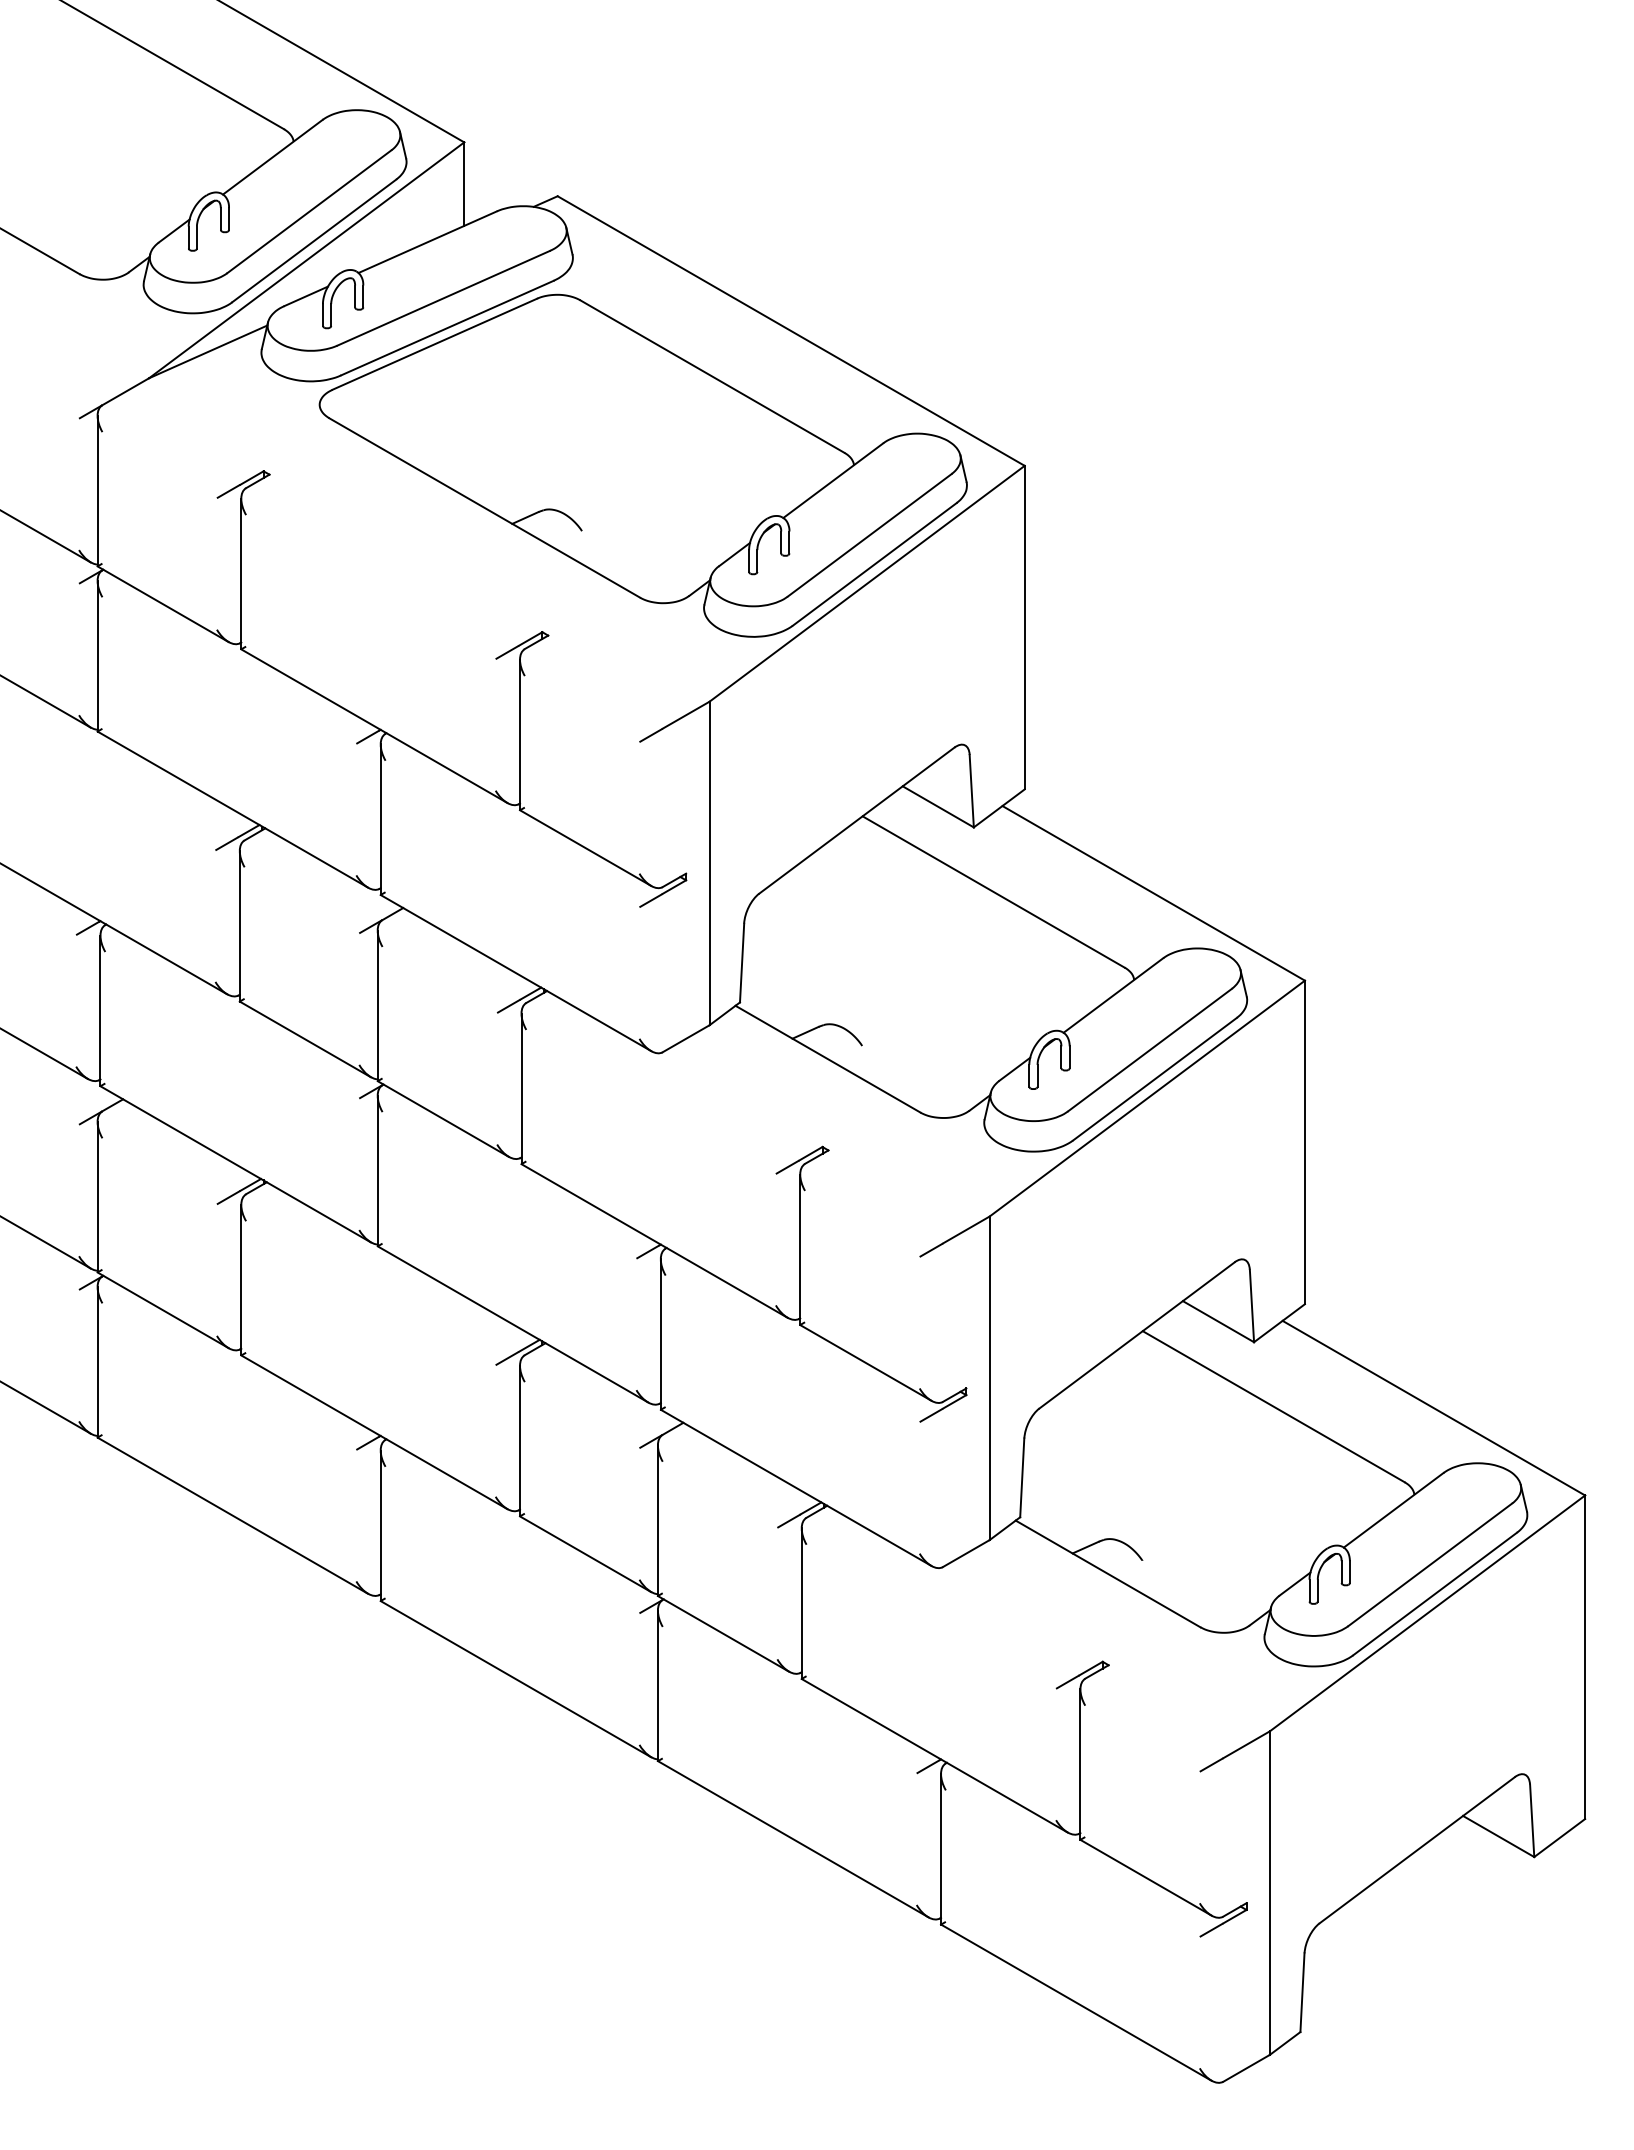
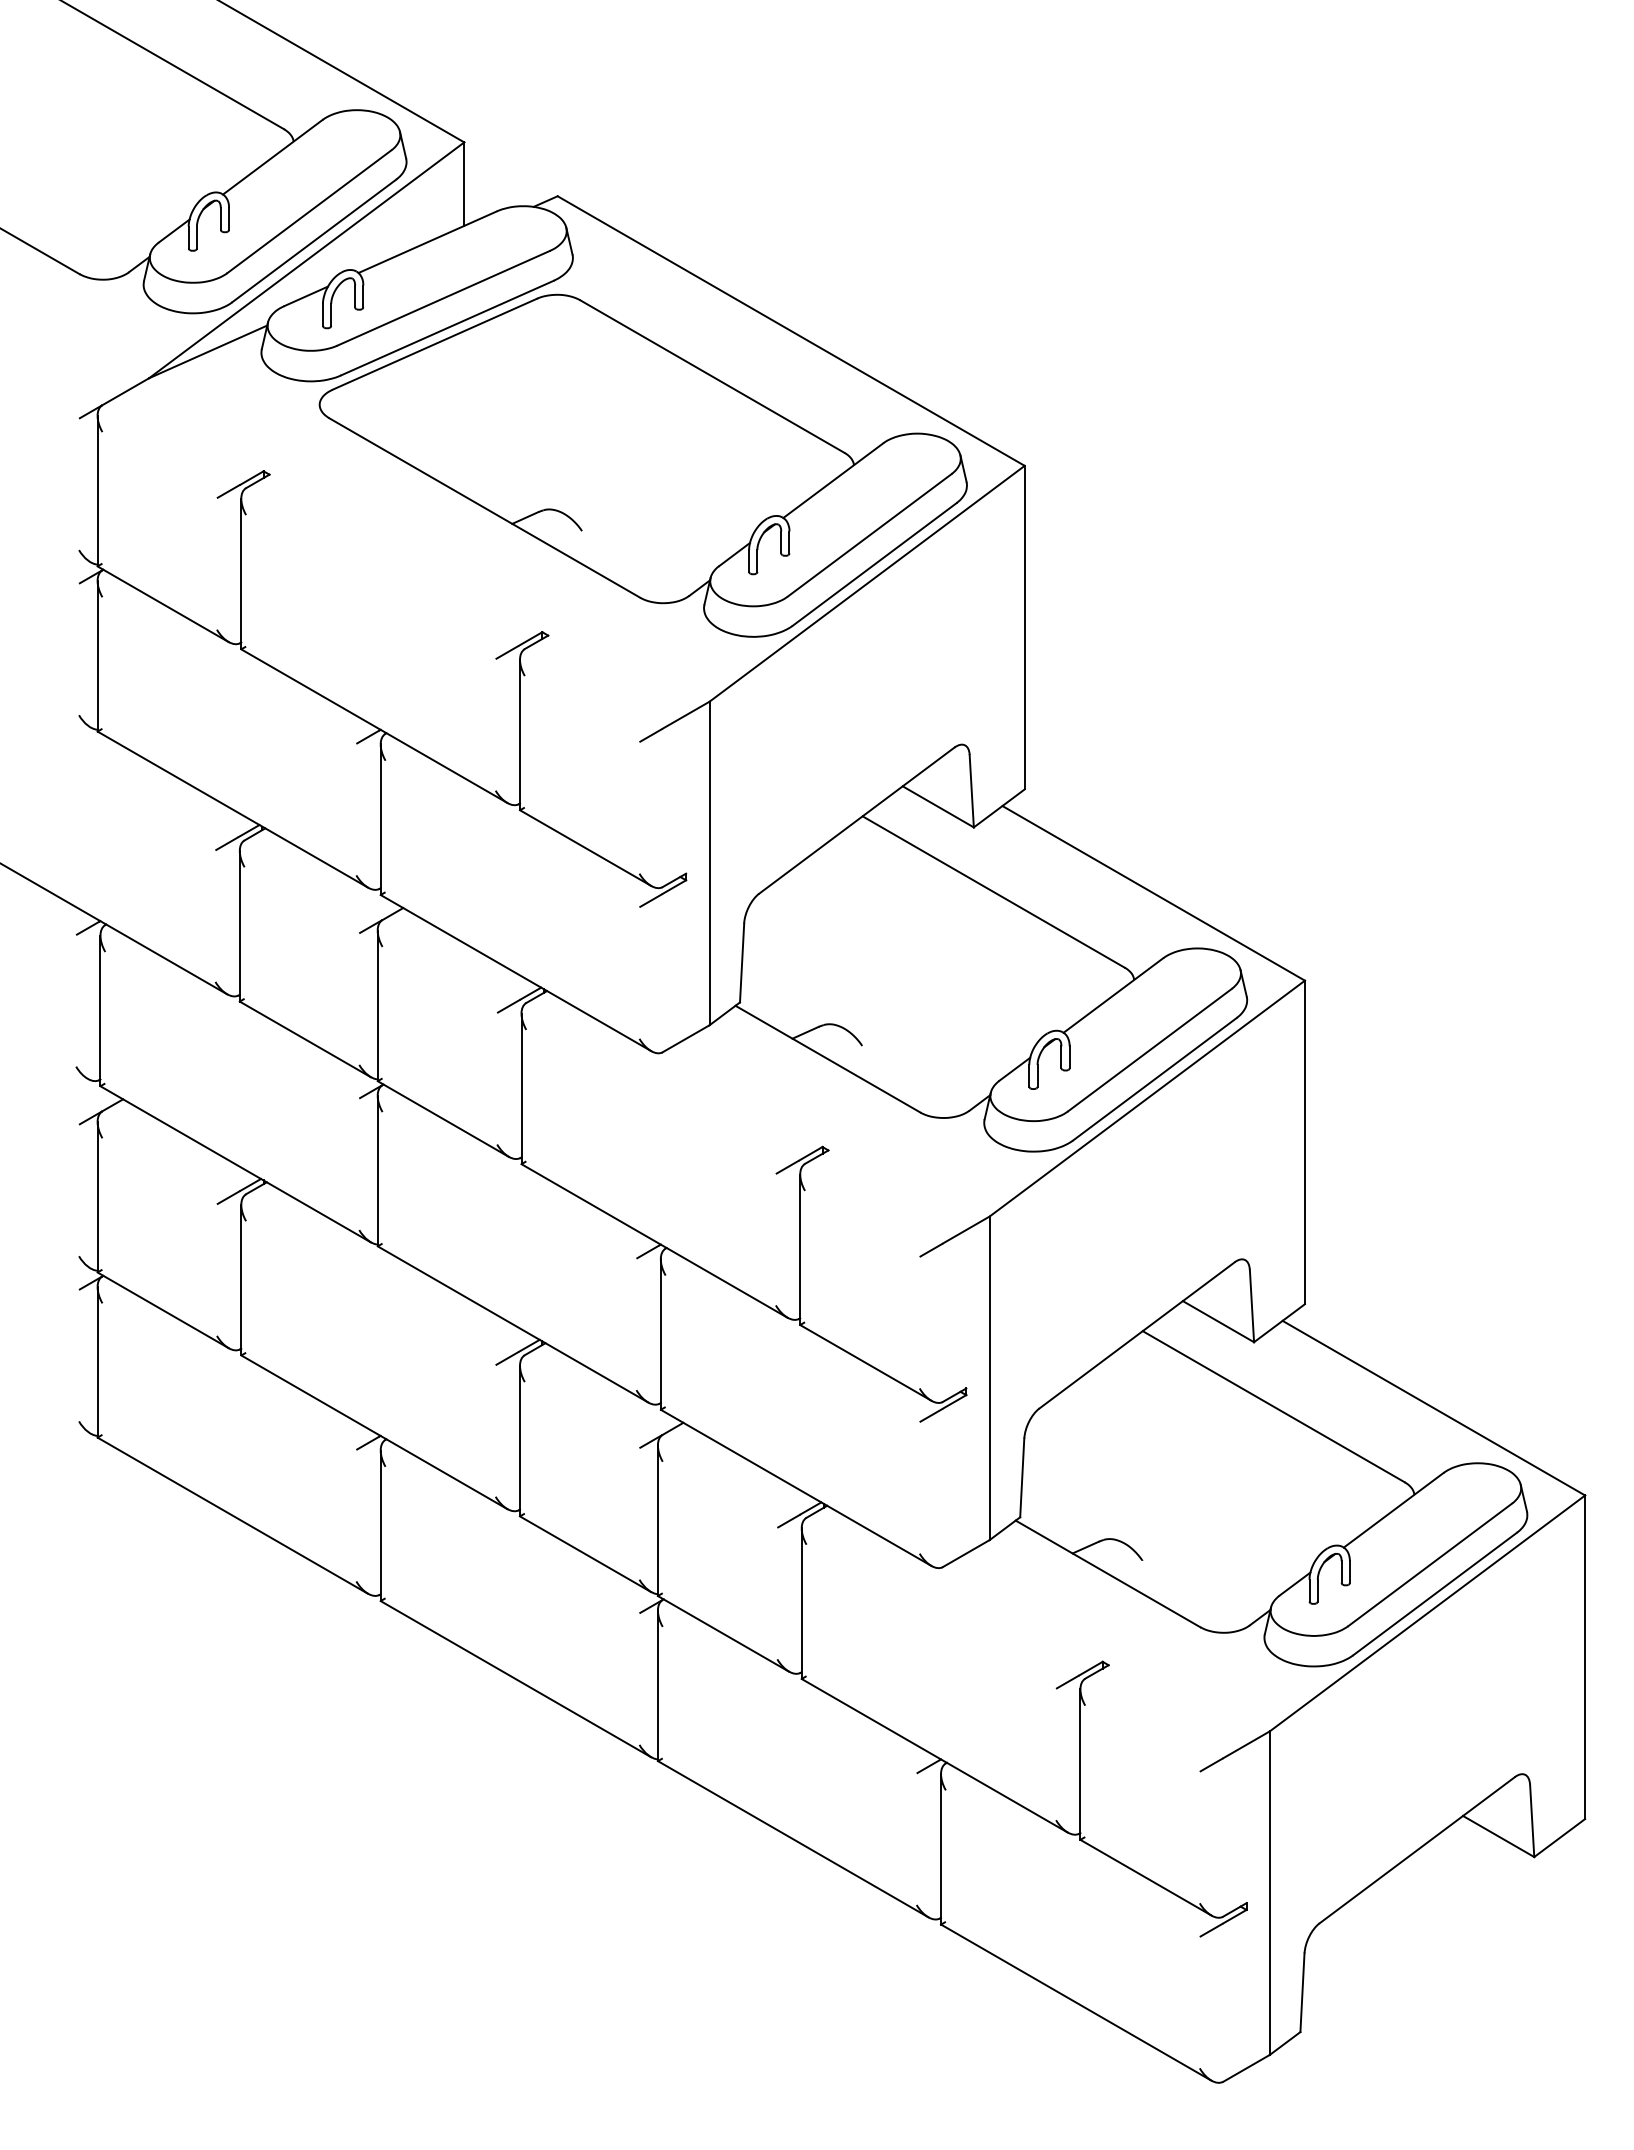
line at (46, 536): present -> none
line at (46, 701): present -> none
line at (44, 1053): present -> none
line at (46, 1242): present -> none
line at (46, 1407): present -> none
